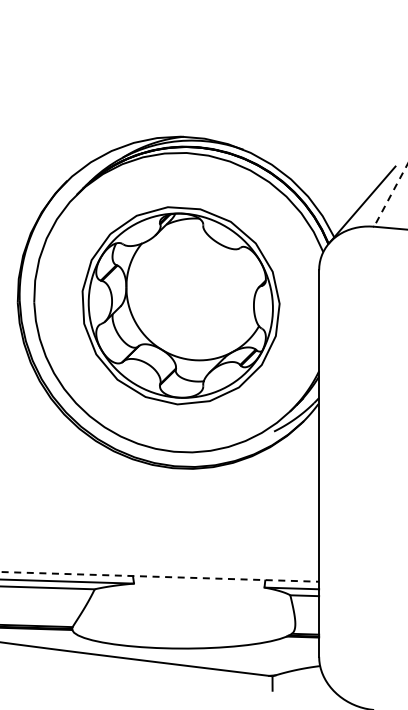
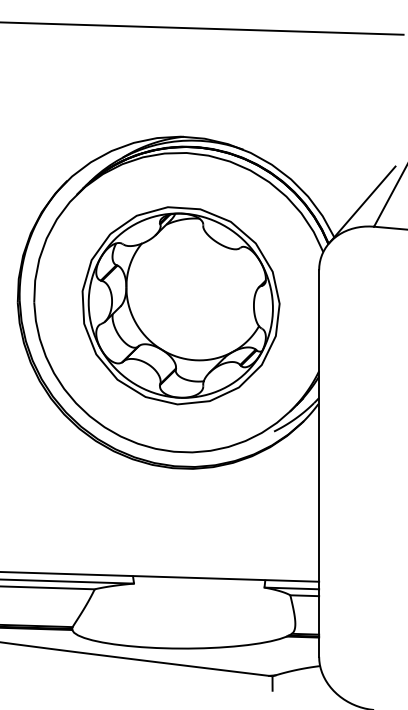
line at (202, 28): none -> present
line at (390, 195): dashed -> solid
line at (160, 576): dashed -> solid
